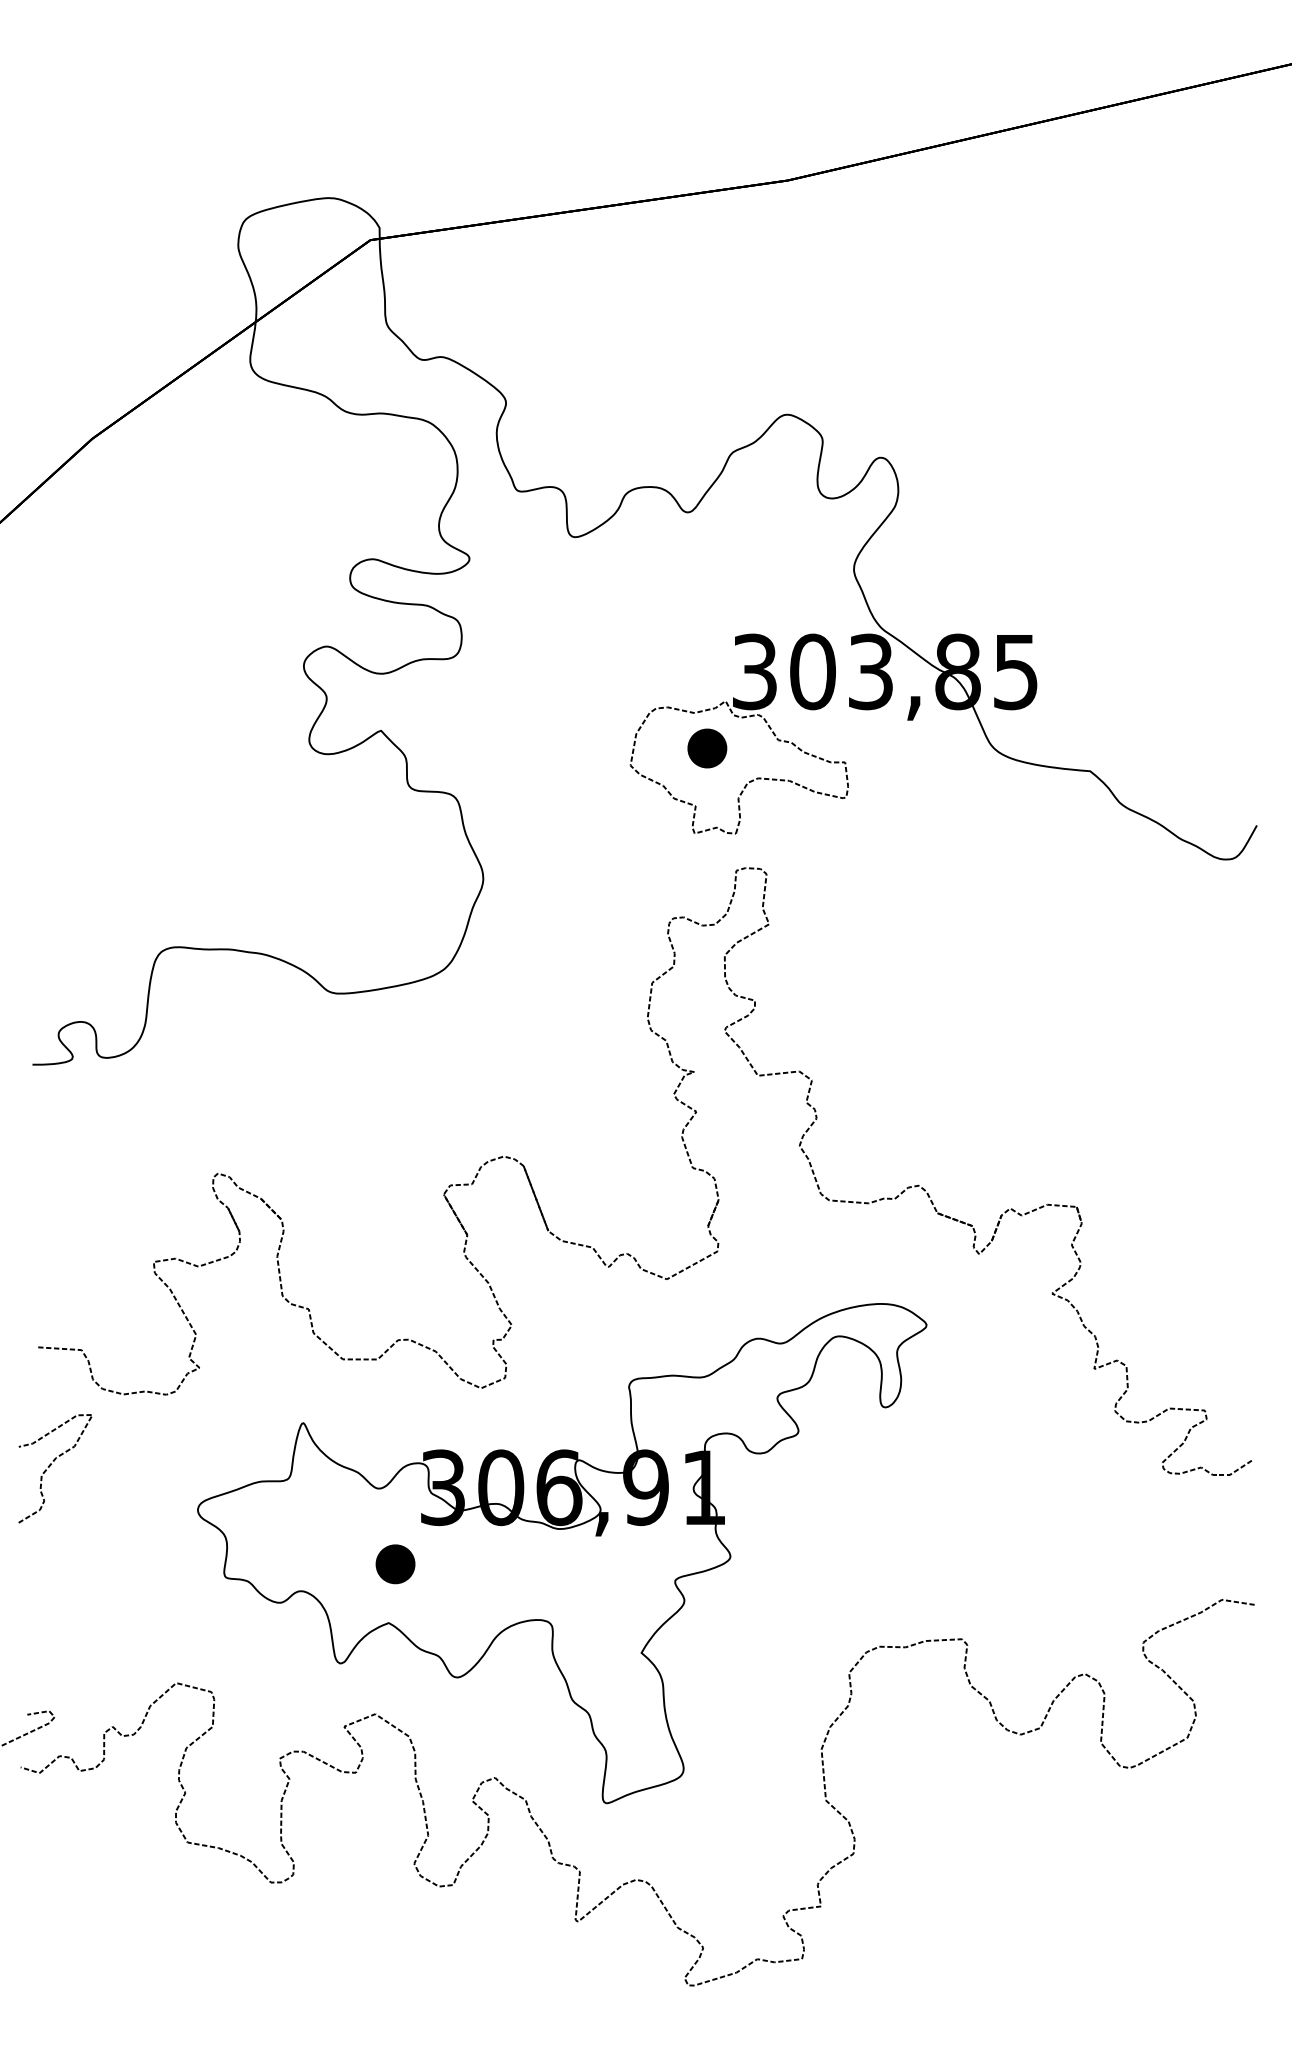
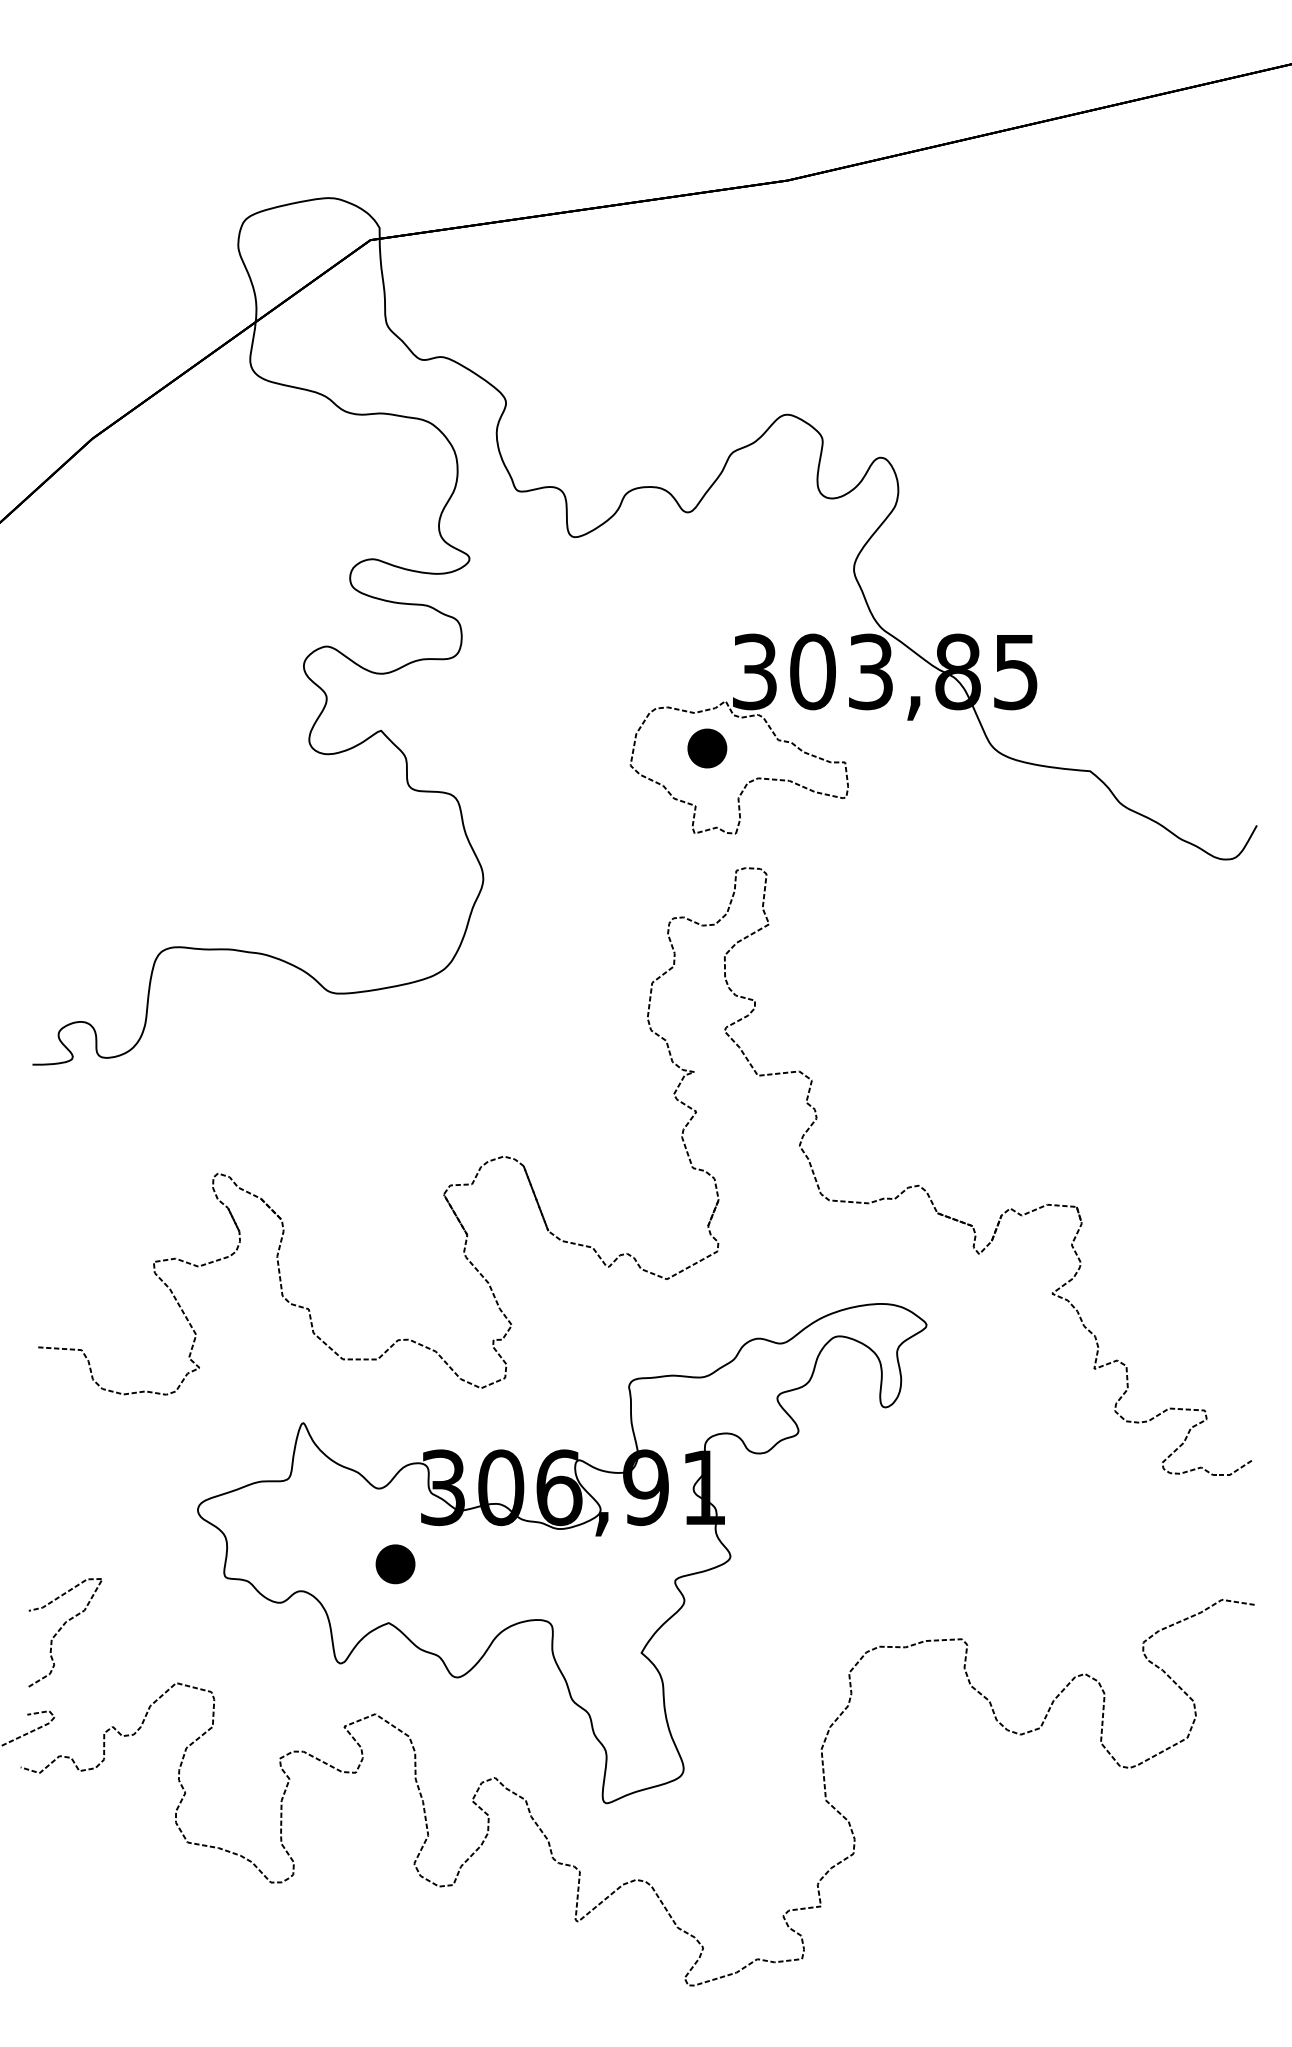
curve at (51, 1465) position: (51, 1465) -> (61, 1629)
